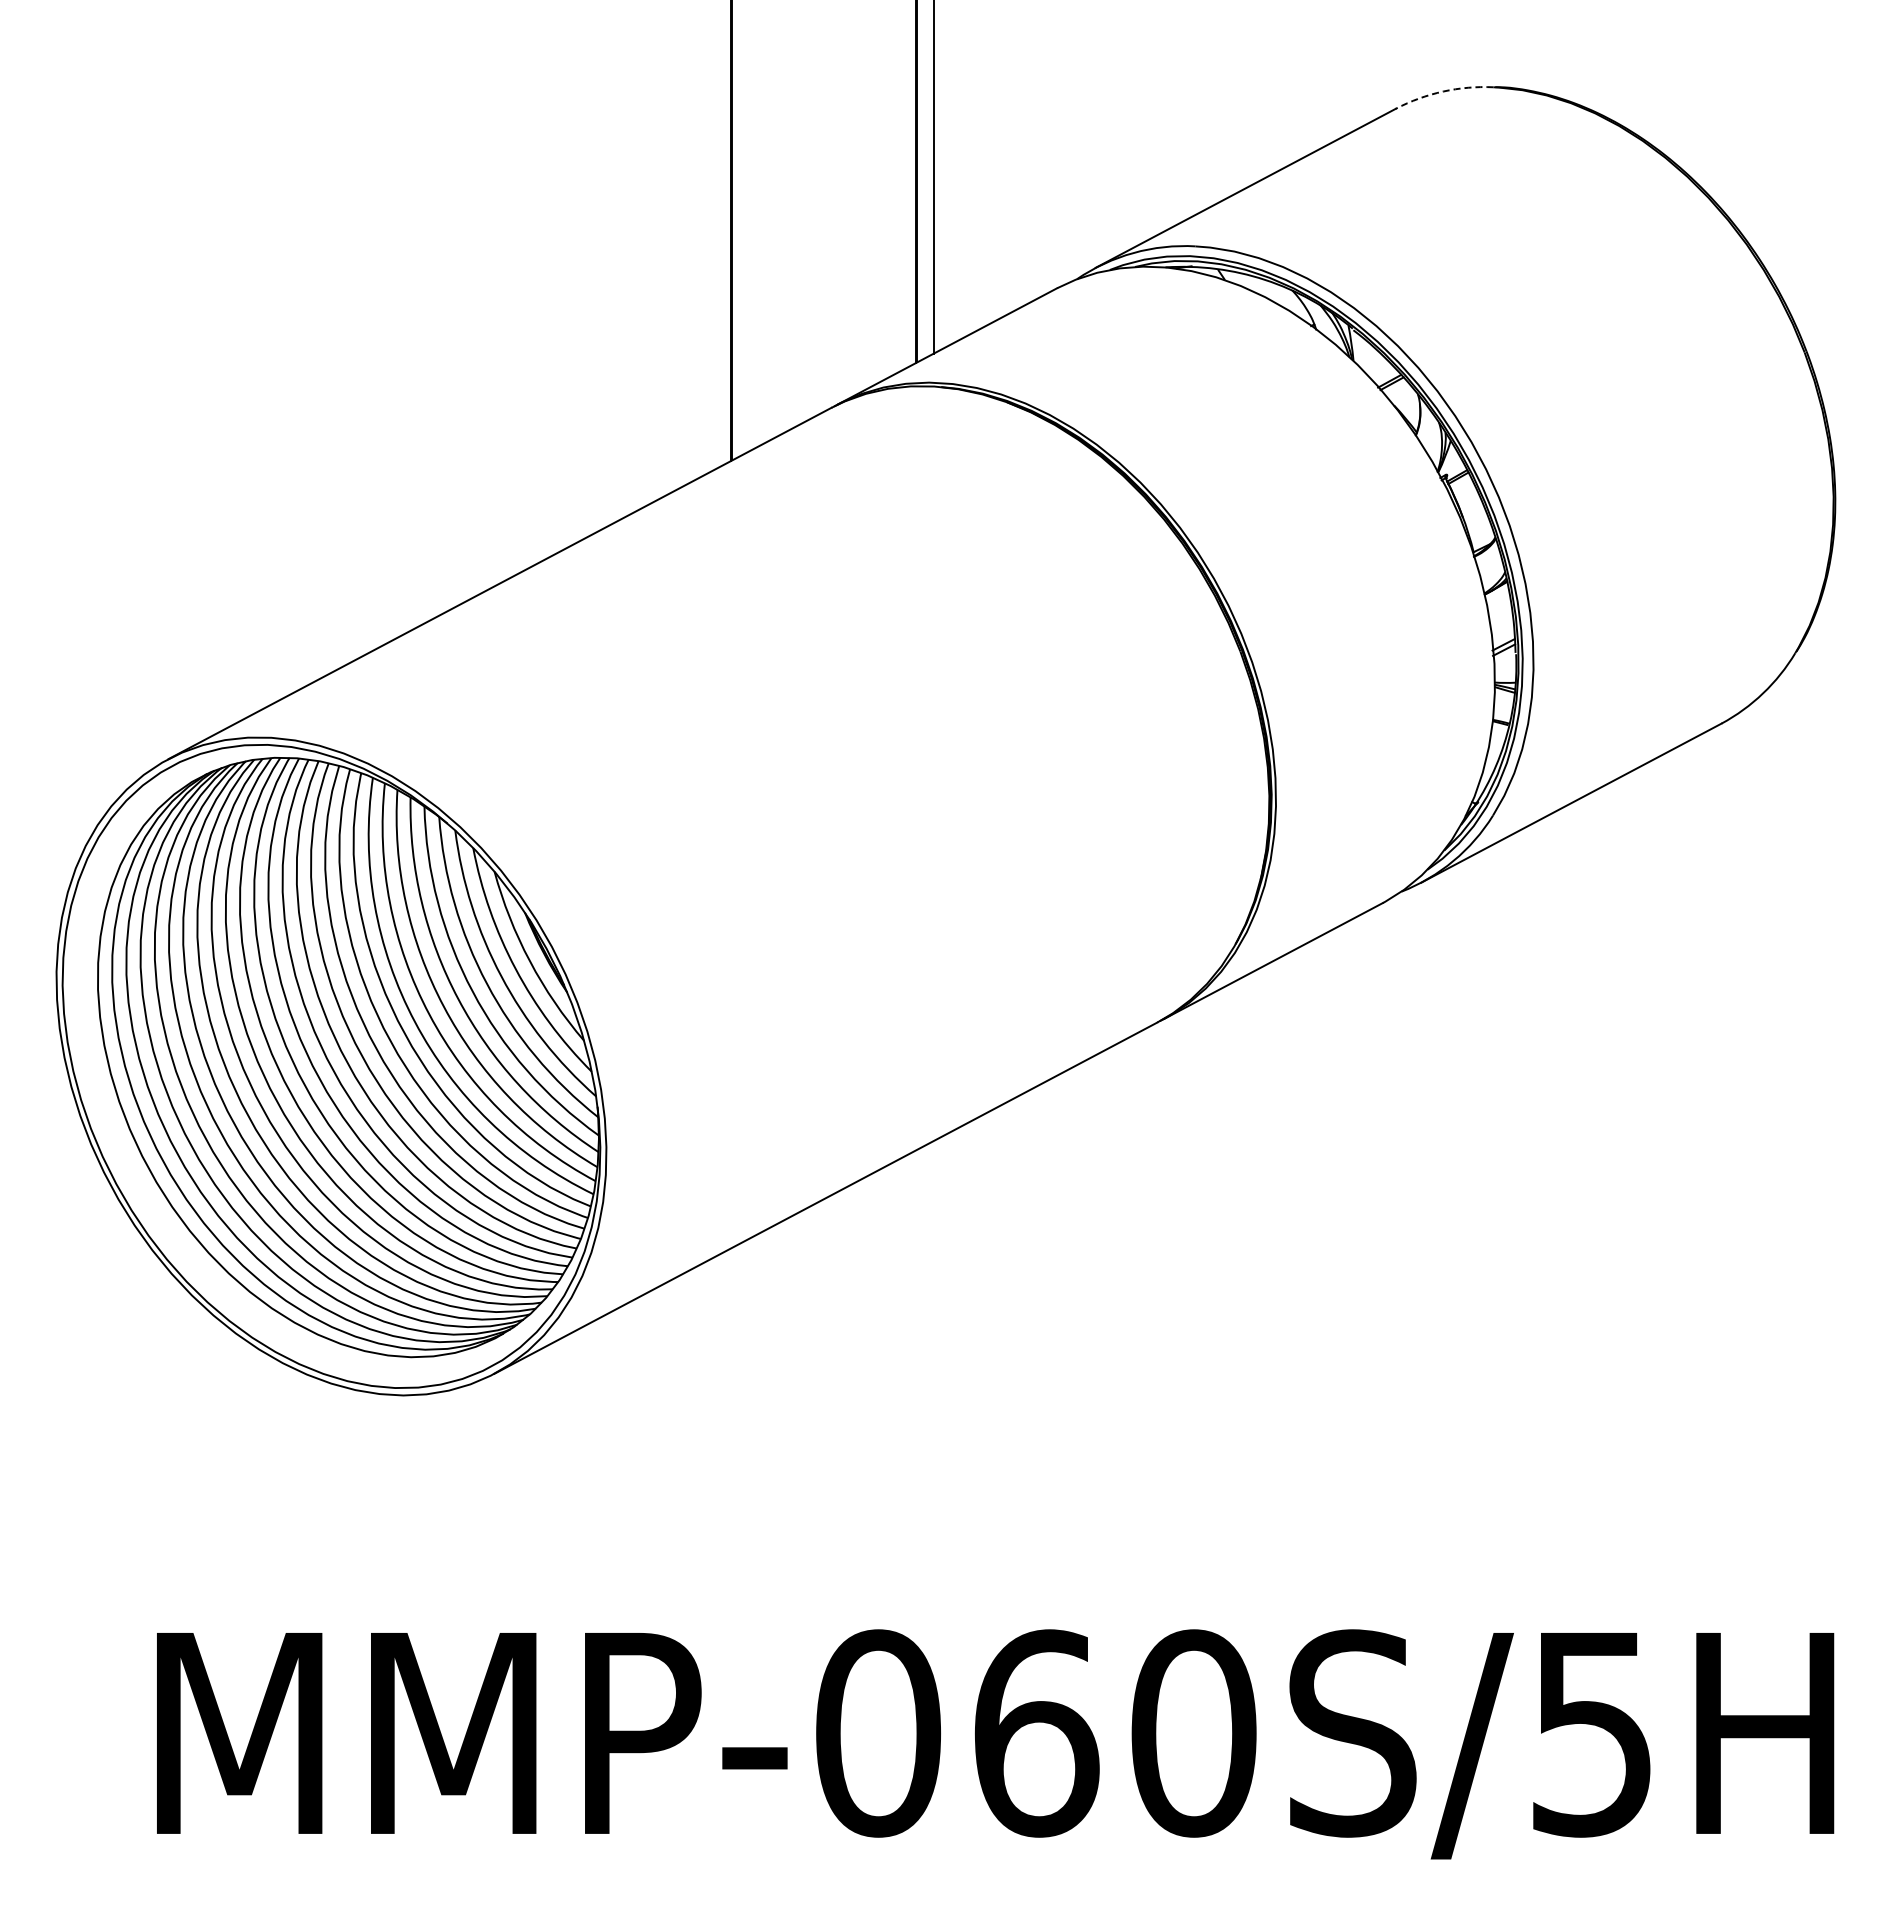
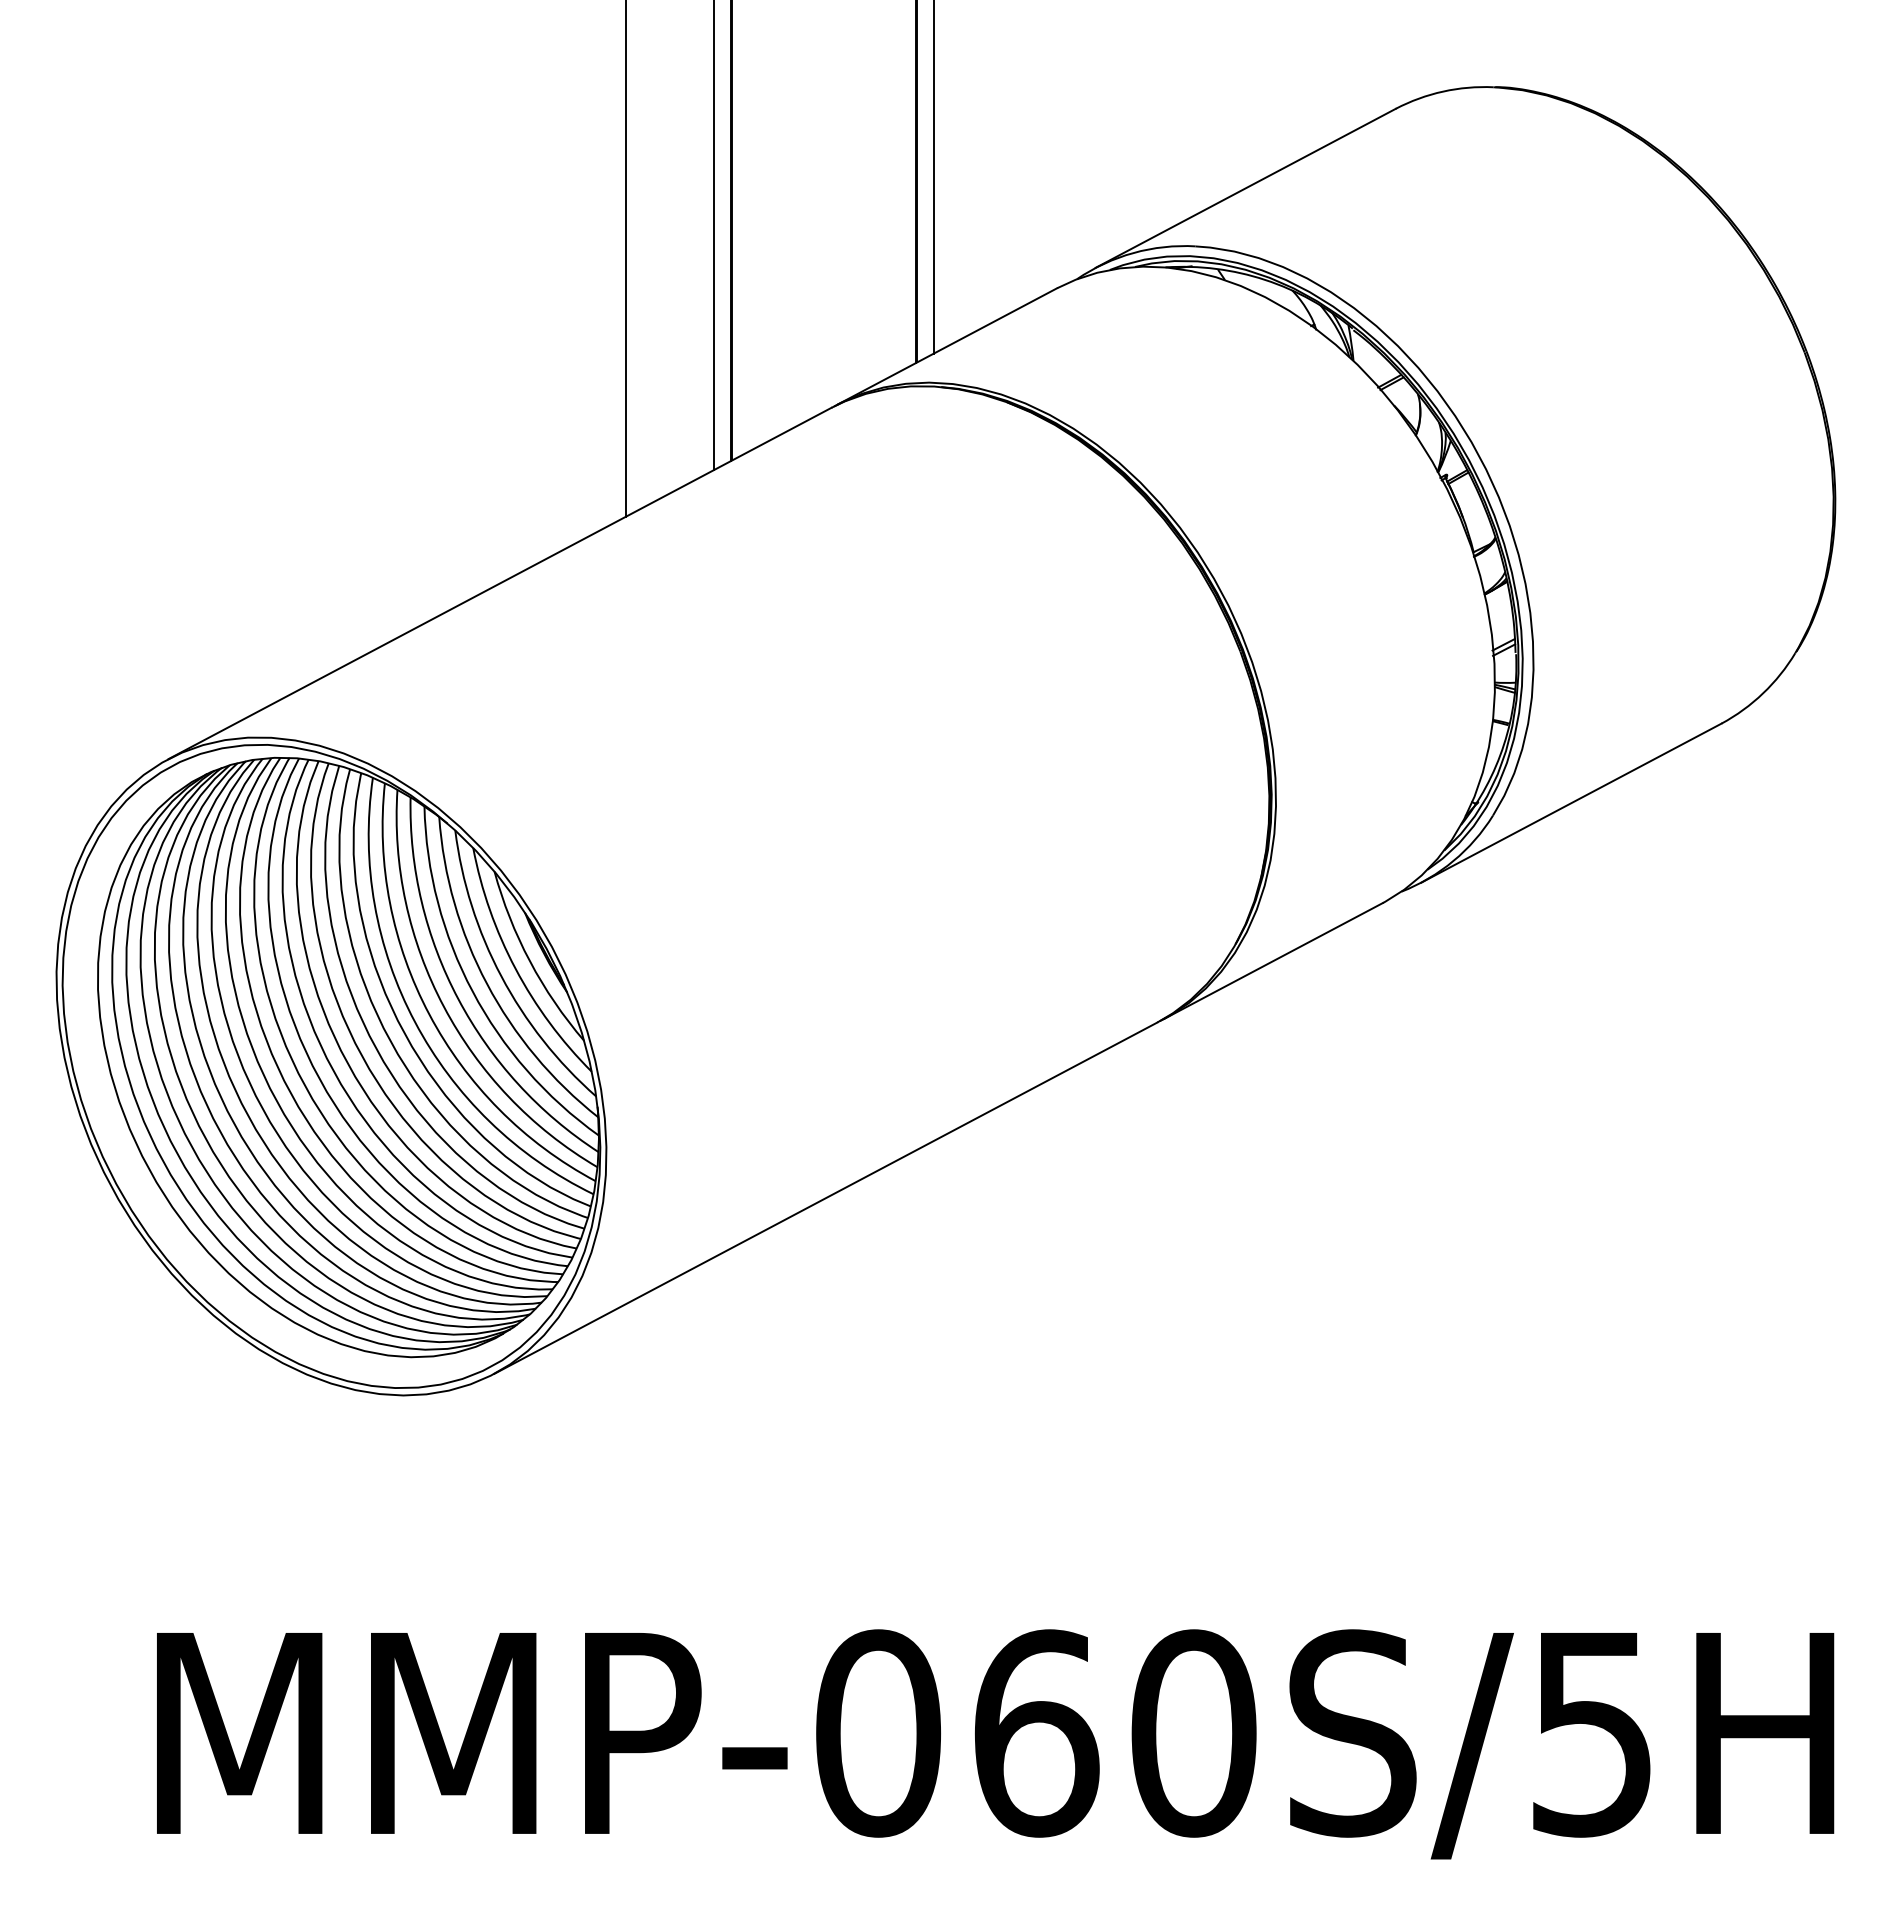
arc at (1443, 91): dashed -> solid
line at (714, 235): none -> present
line at (626, 259): none -> present
